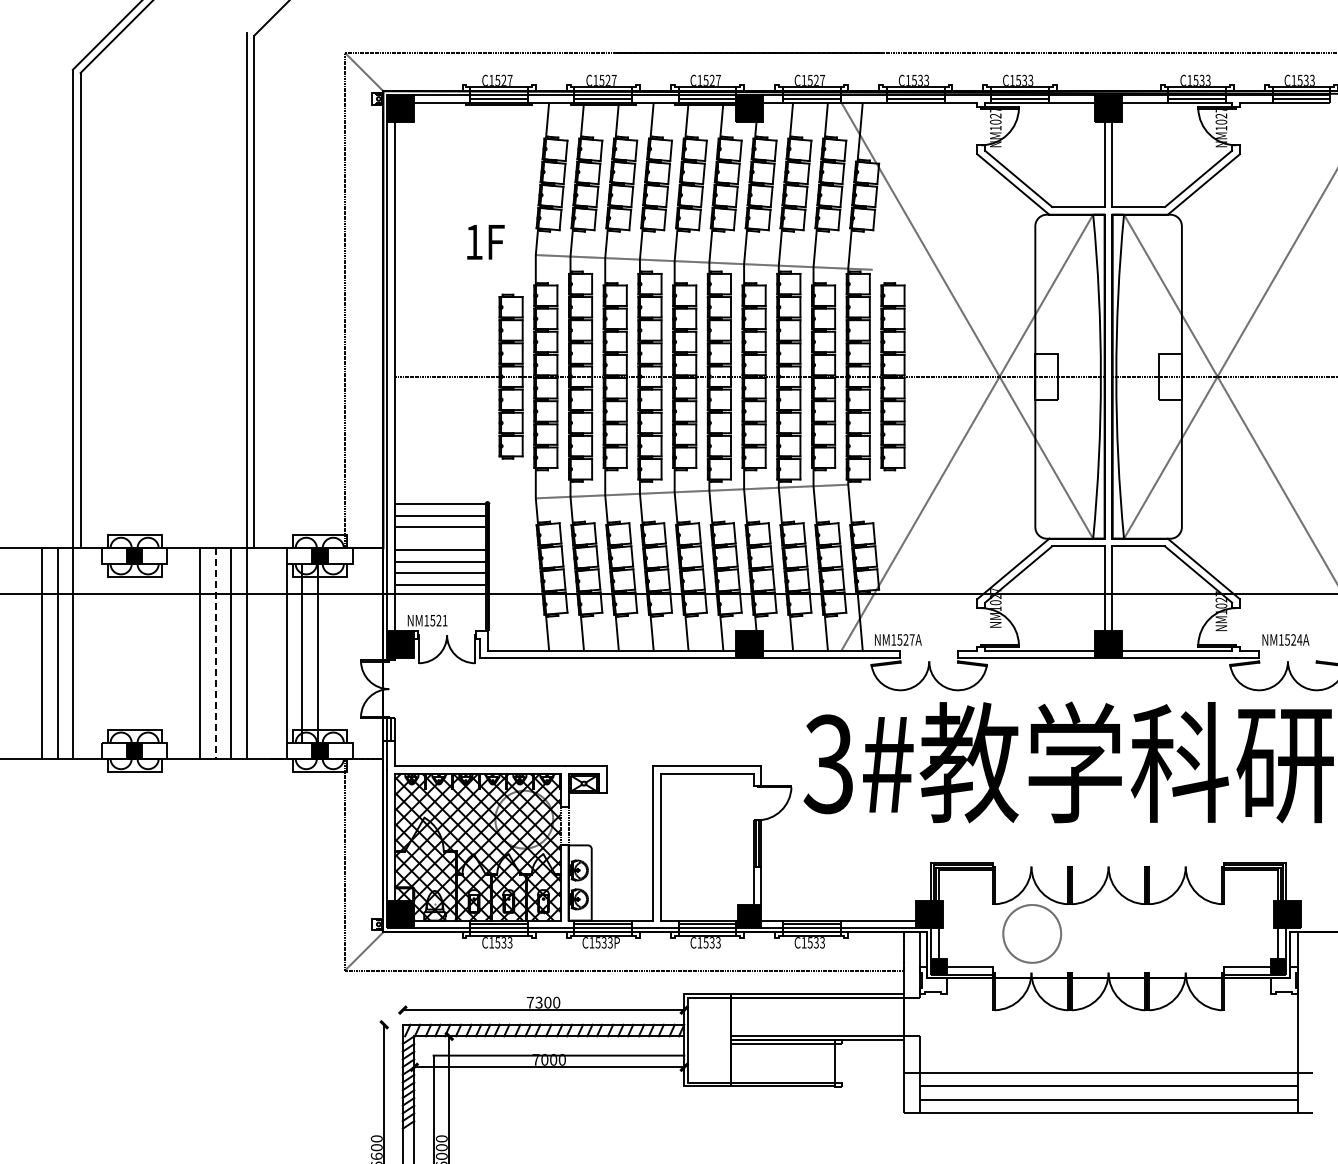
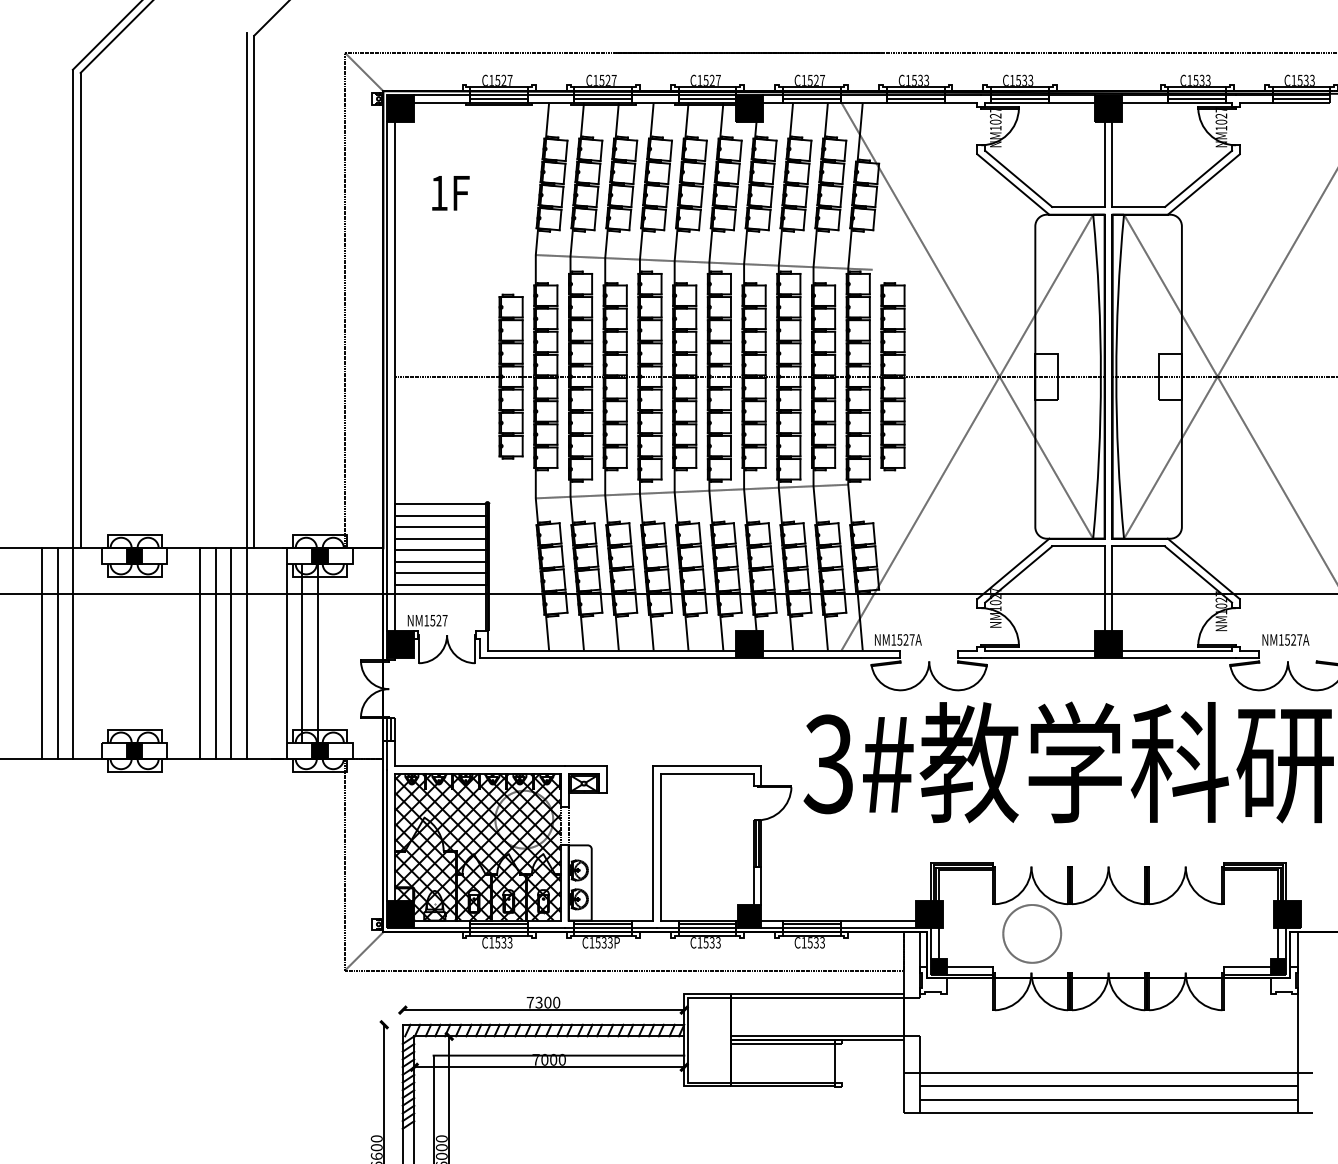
text at (485, 242) position: (485, 242) -> (450, 193)
line at (441, 538): none -> present
text at (444, 620): NM1521 -> NM1527
text at (1299, 639): NM1524A -> NM1527A
line at (215, 653): dashed -> solid
